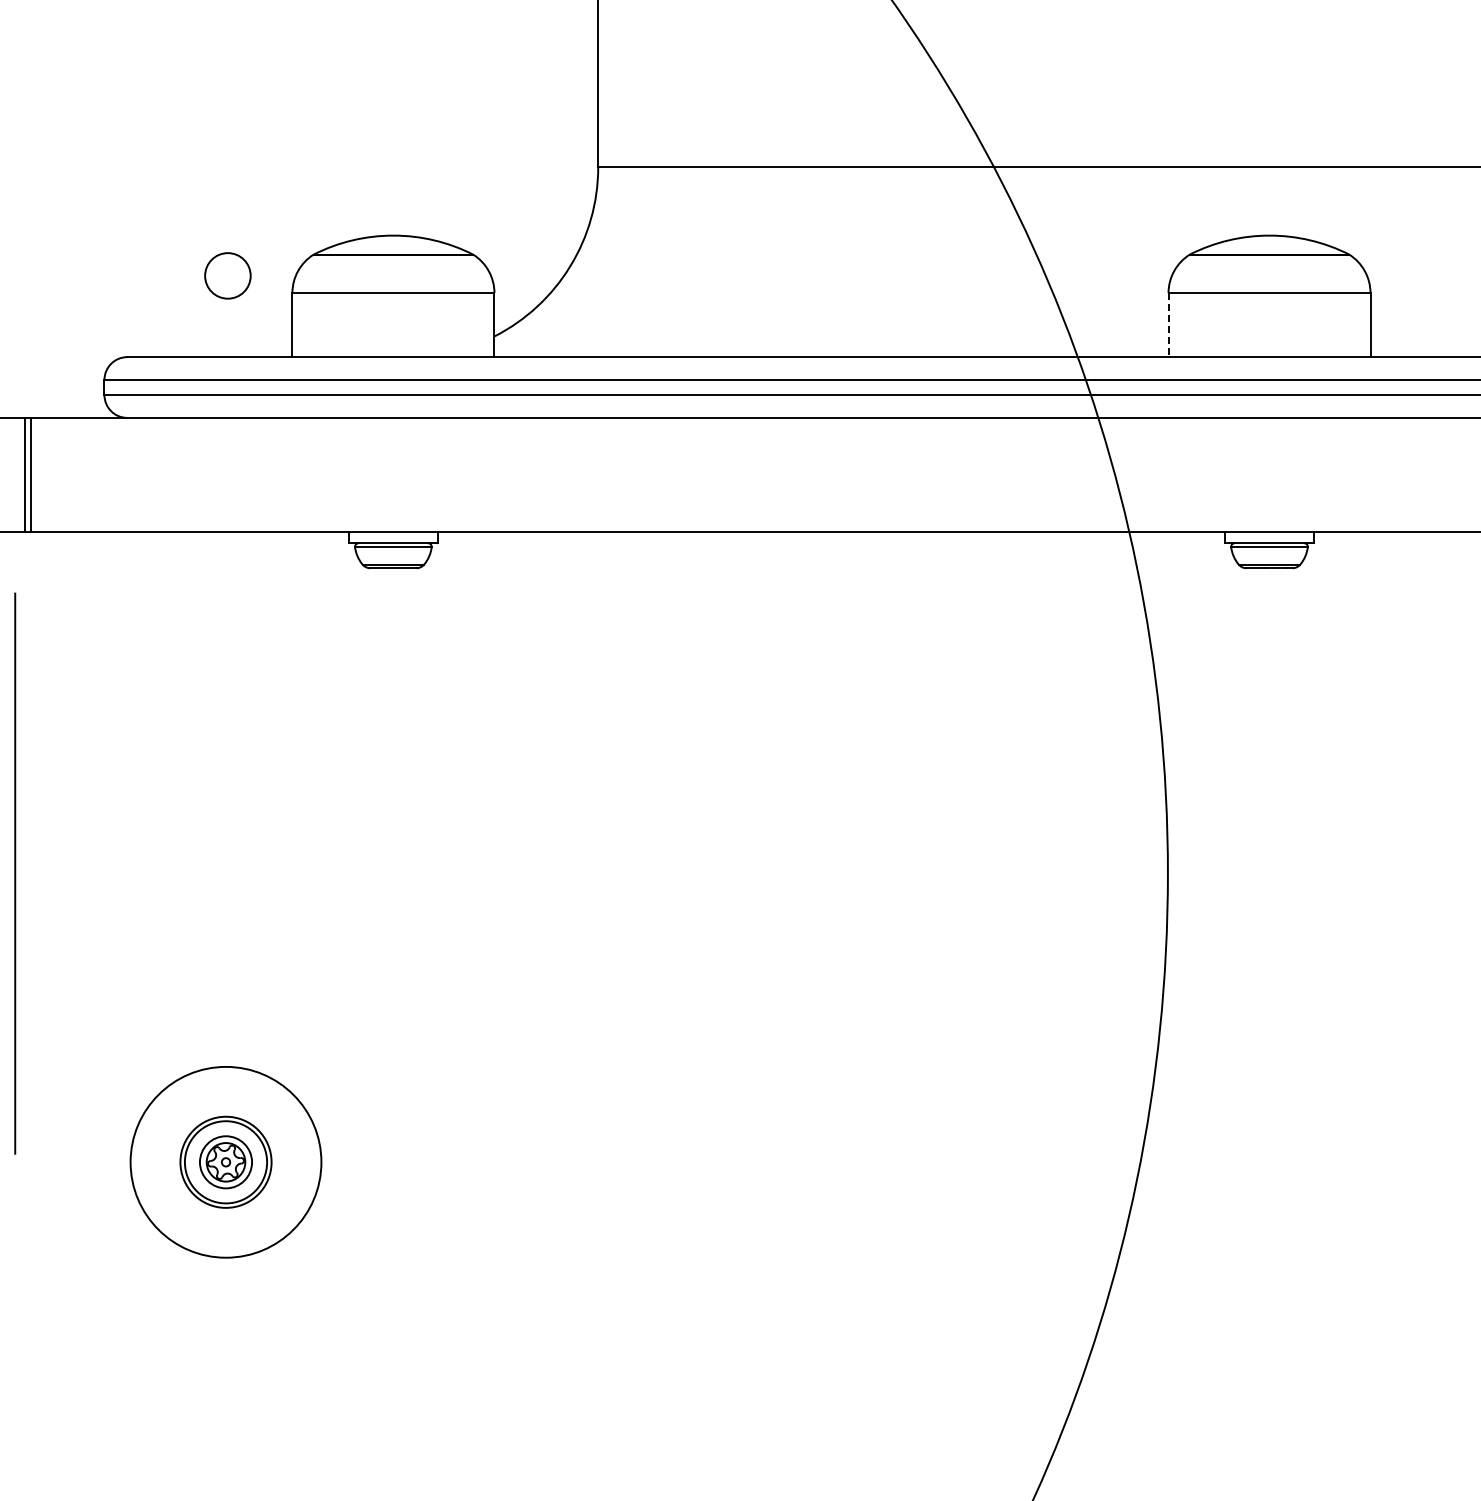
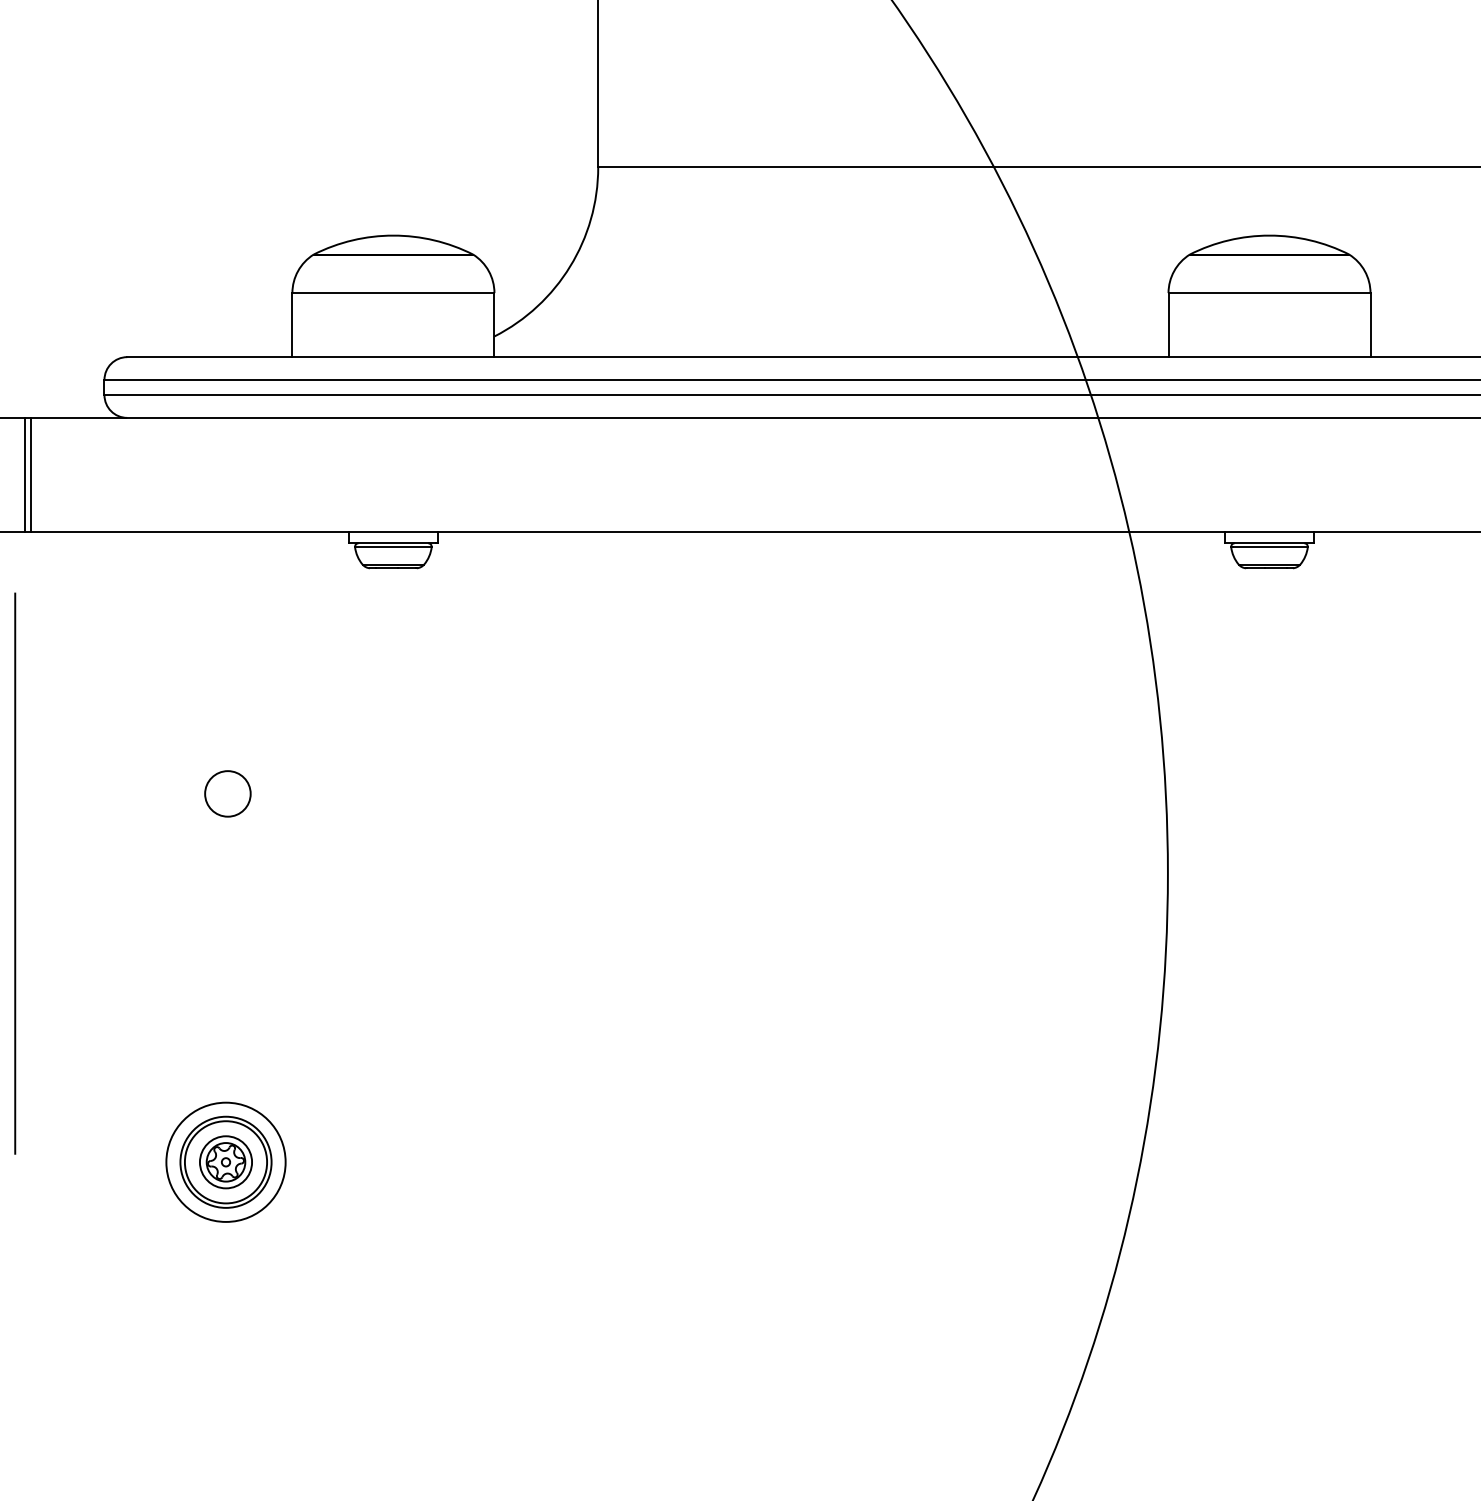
circle at (227, 275) position: (227, 275) -> (227, 793)
line at (1168, 325): dashed -> solid
circle at (225, 1161) diameter: 191 px -> 119 px
